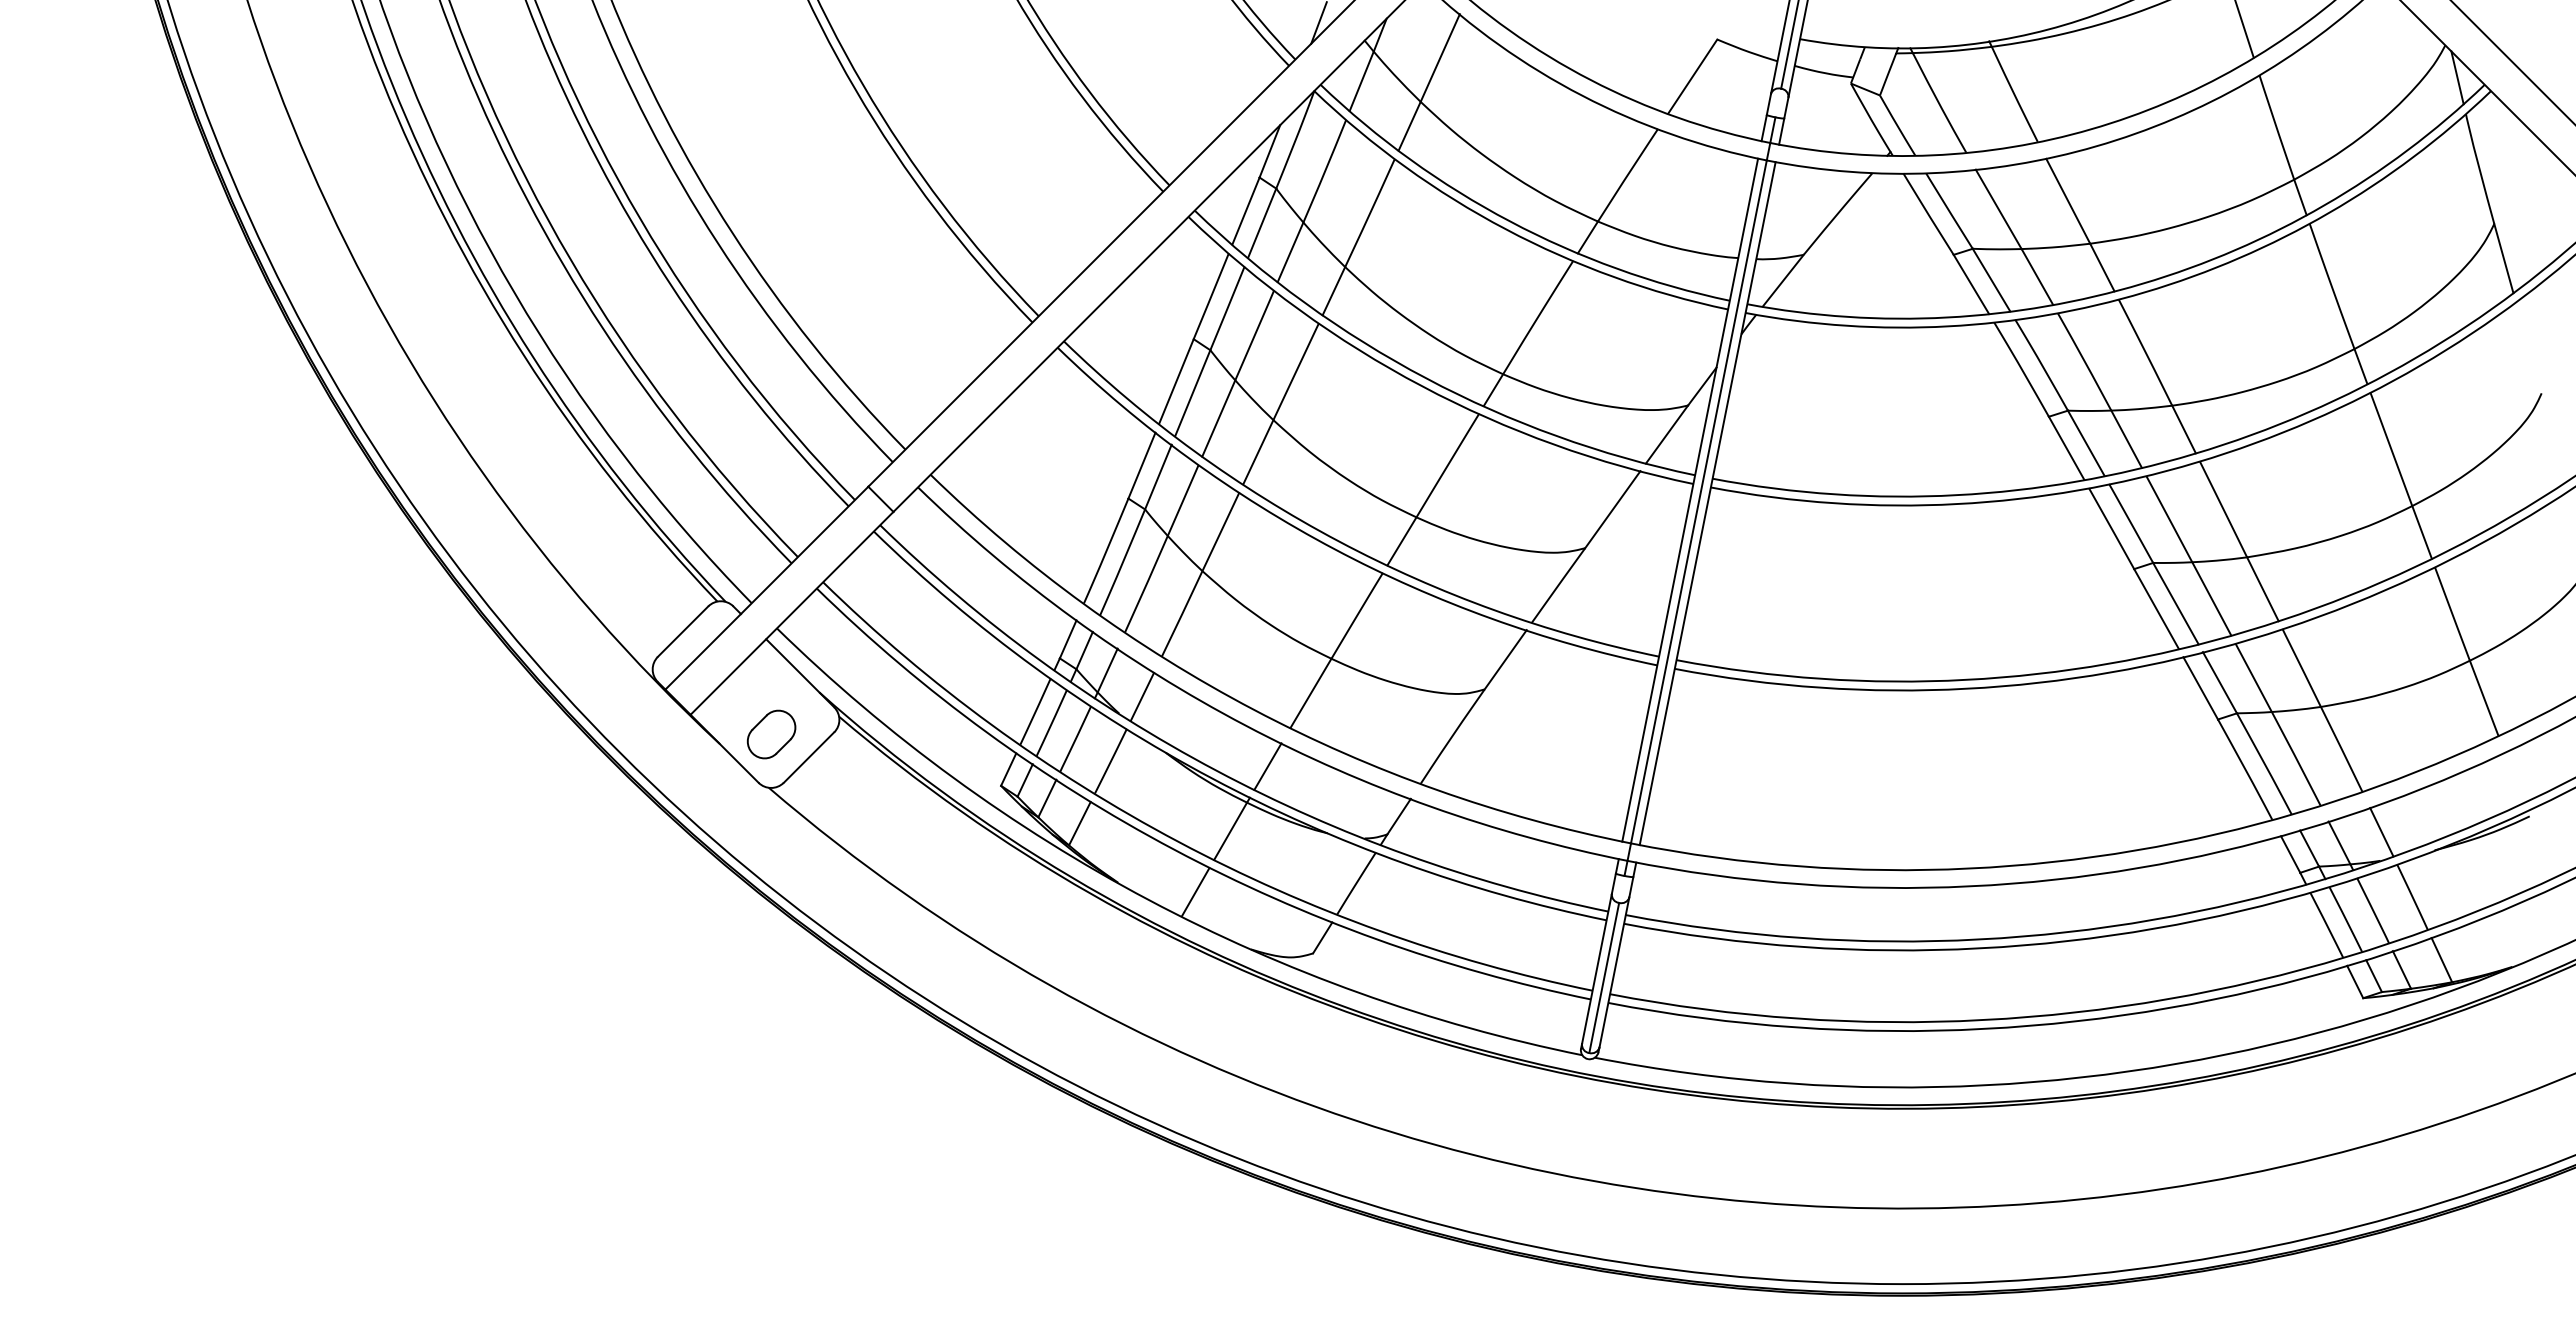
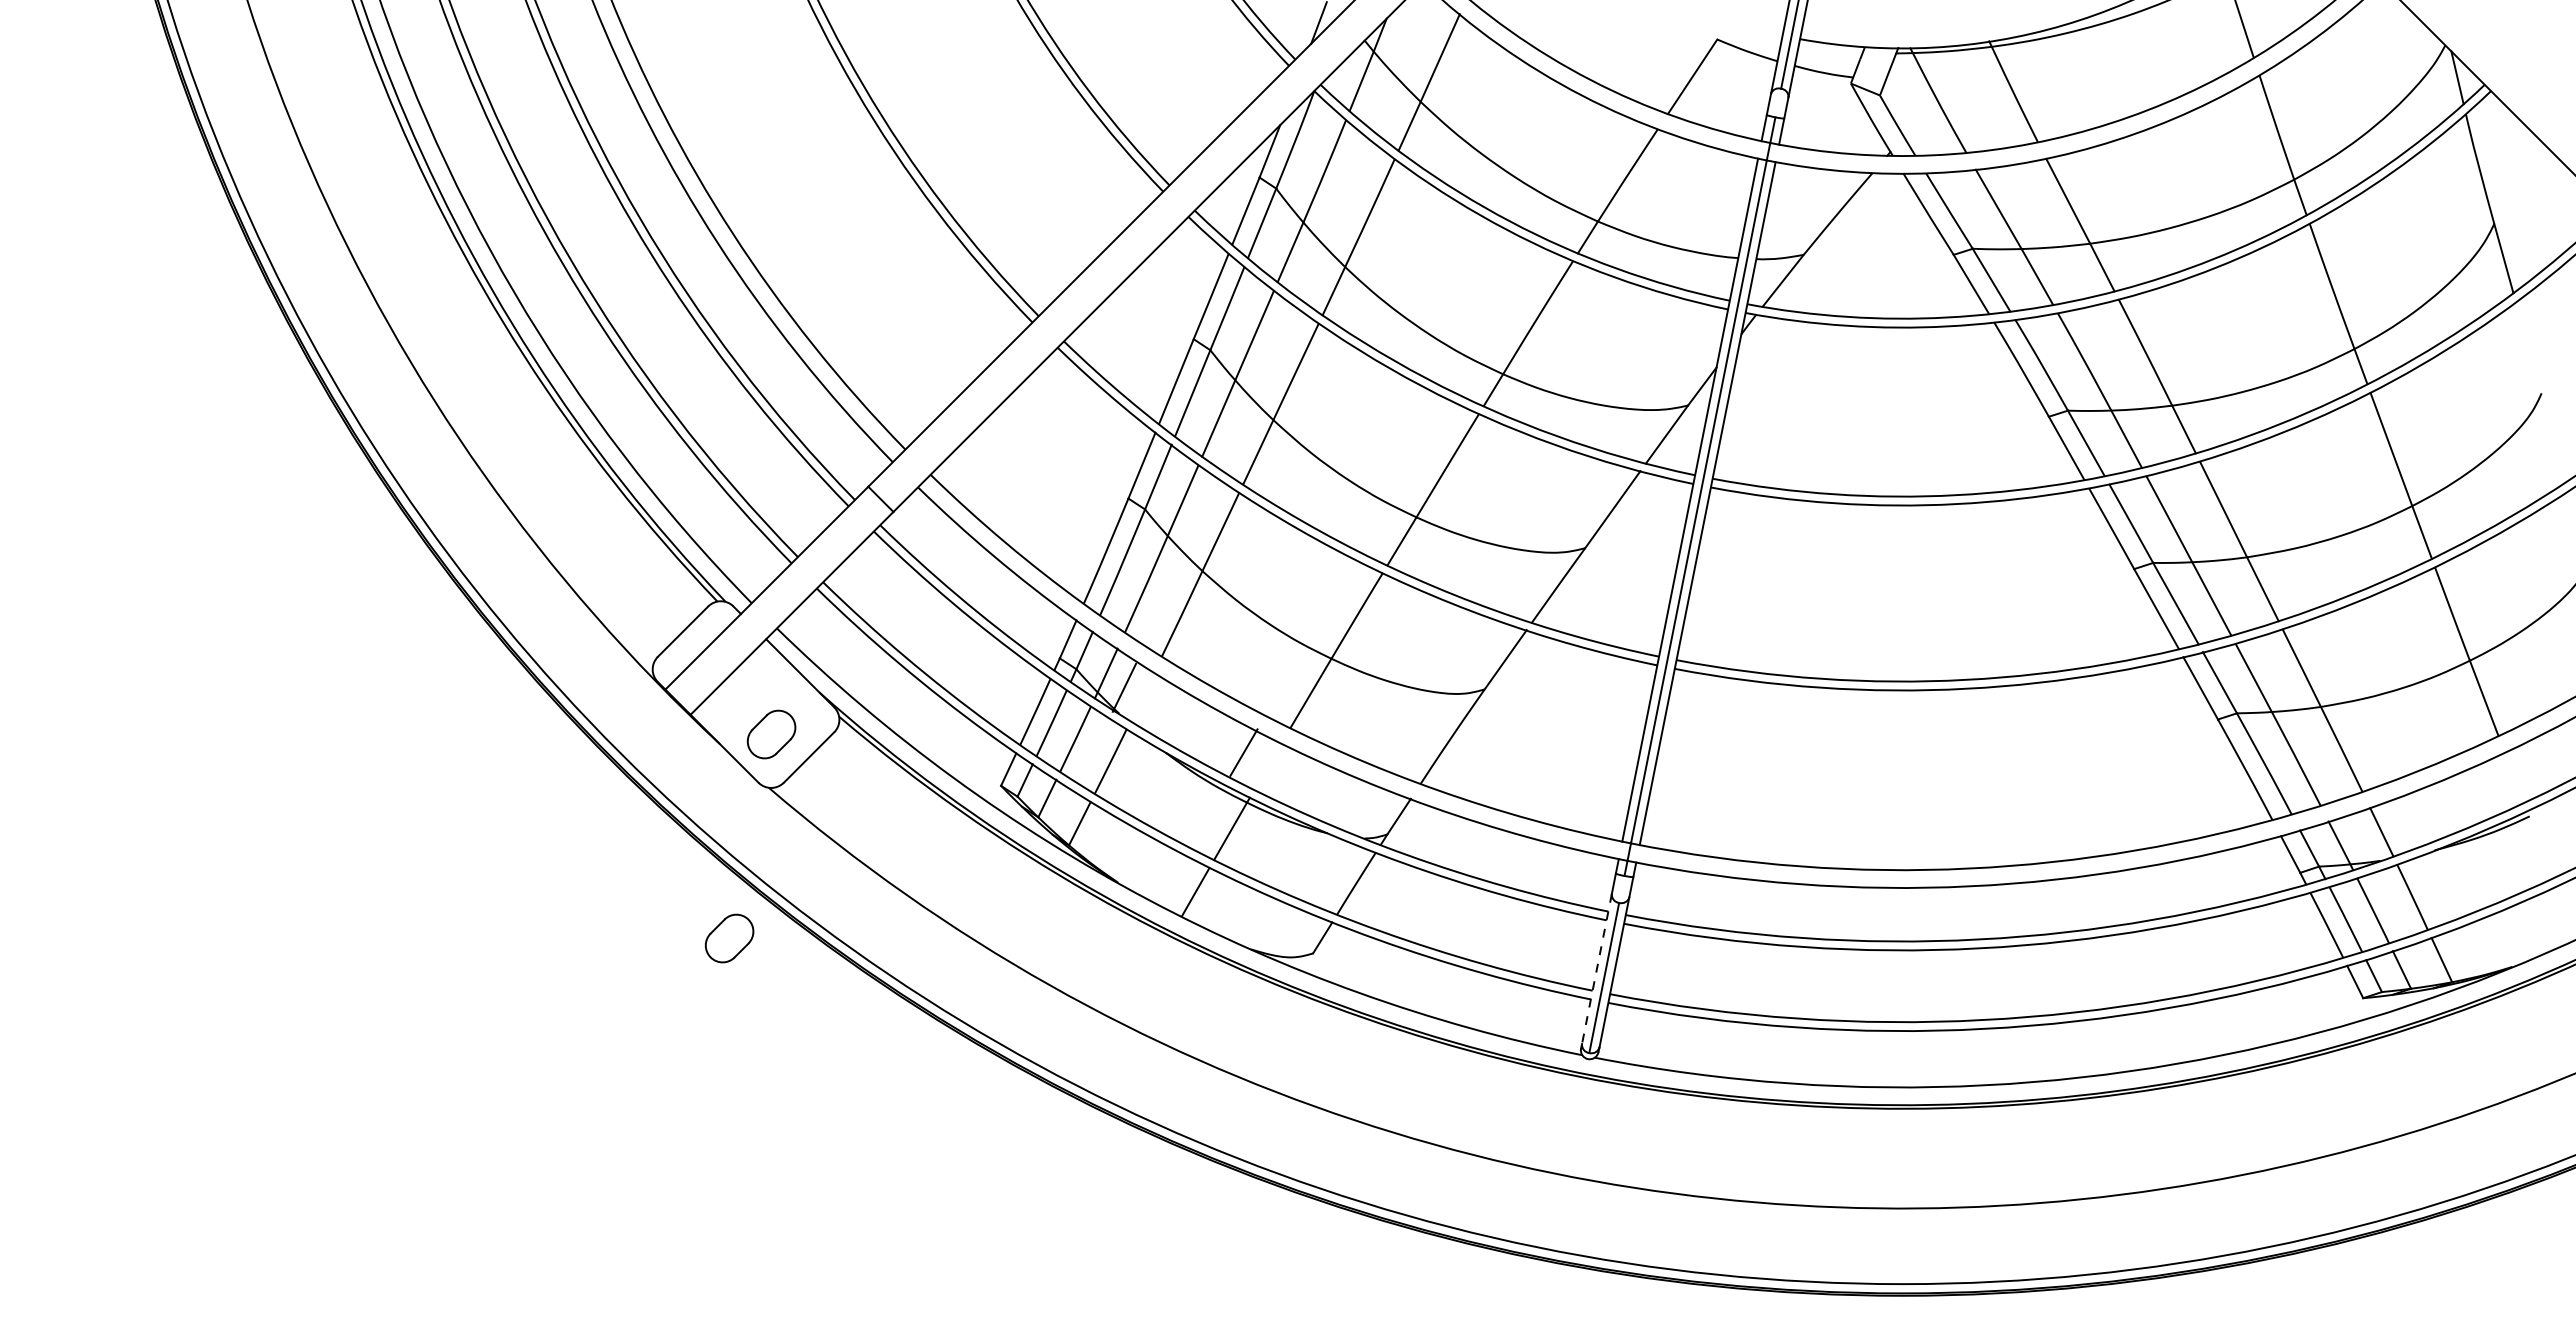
line at (2512, 62): present -> none
line at (1142, 696) position: (1142, 696) -> (1124, 687)
line at (1267, 766) position: (1267, 766) -> (1243, 752)
part at (729, 938): none -> present
line at (1596, 969): solid -> dashed
